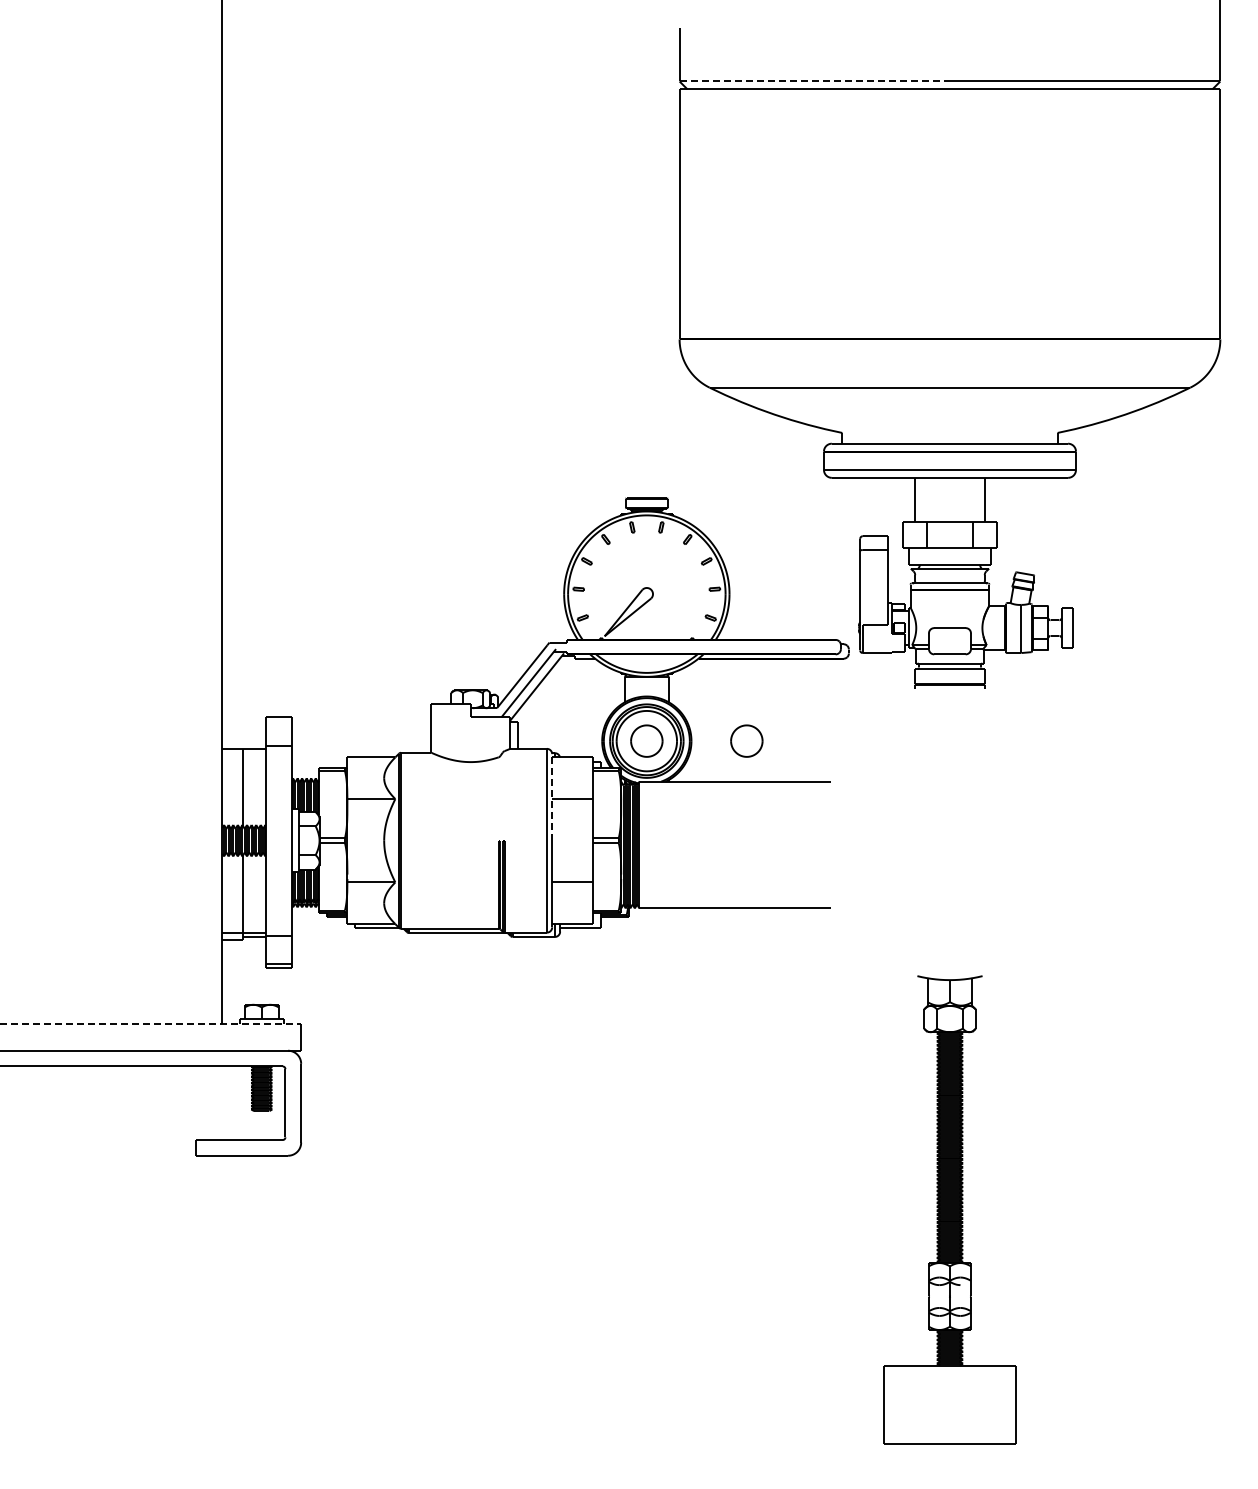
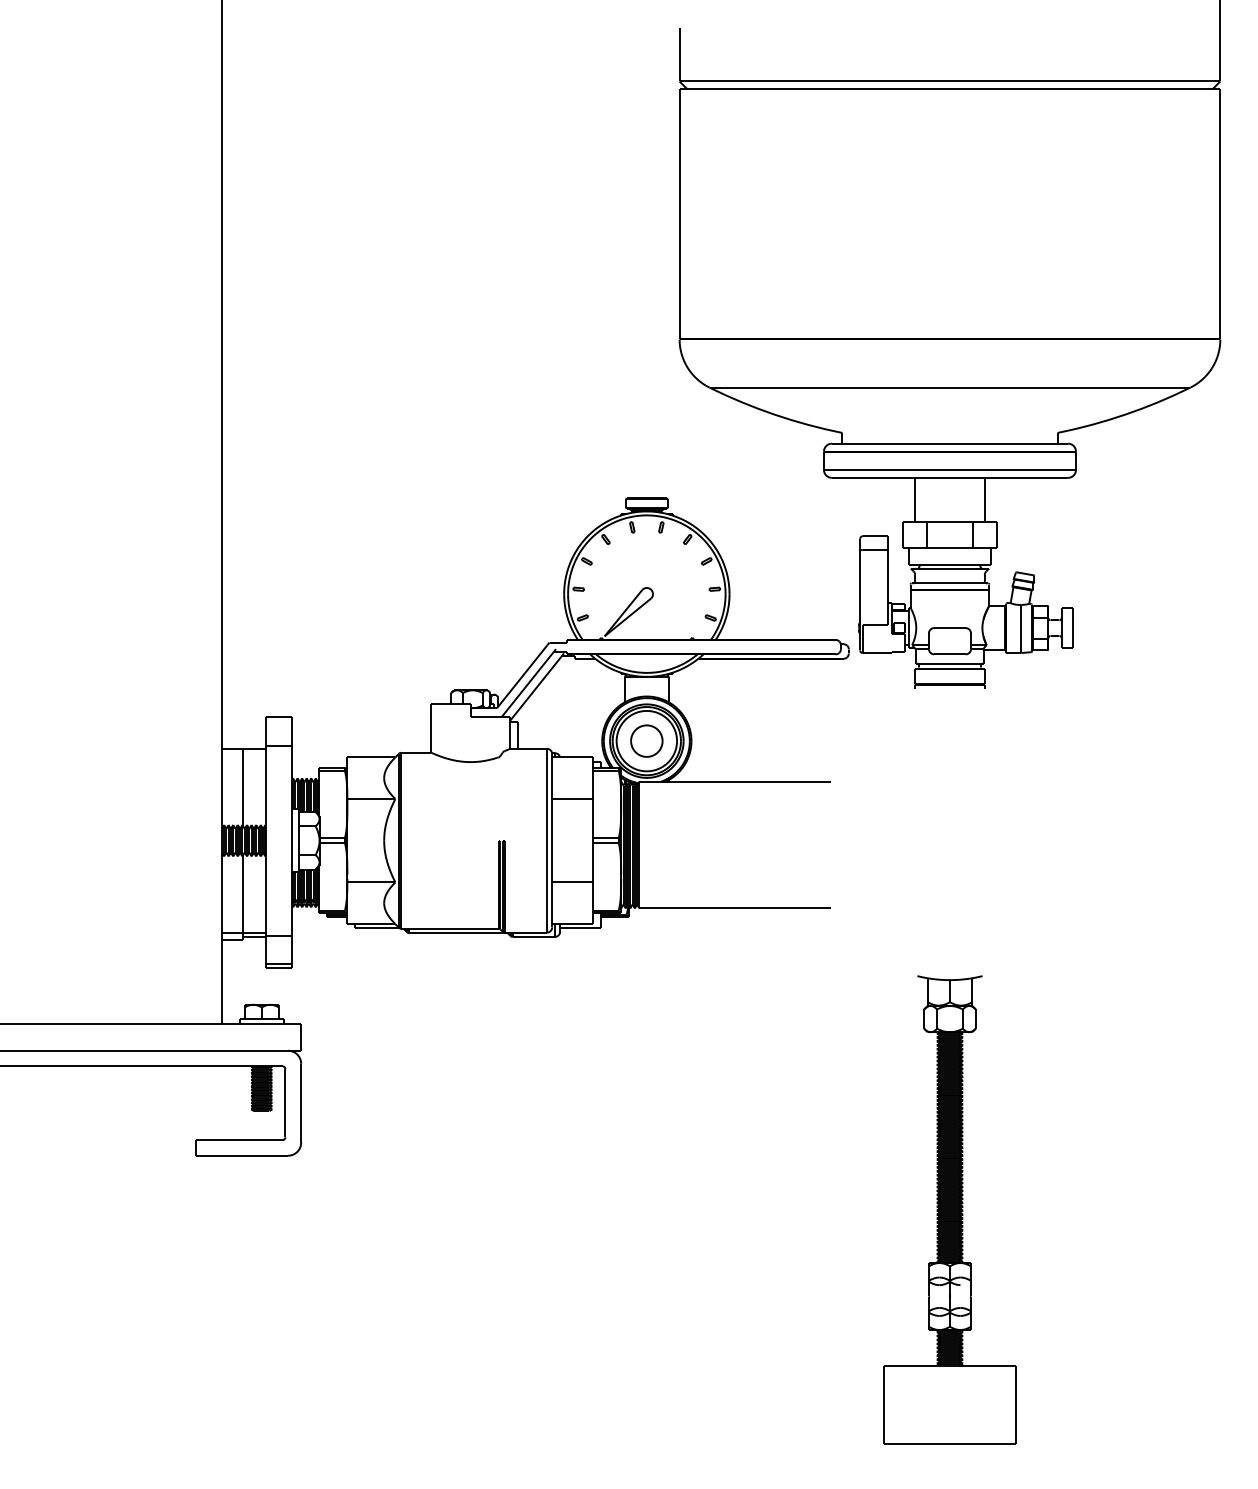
line at (815, 81): dashed -> solid
part at (746, 740): present -> none
line at (552, 796): dashed -> solid
line at (151, 1024): dashed -> solid
